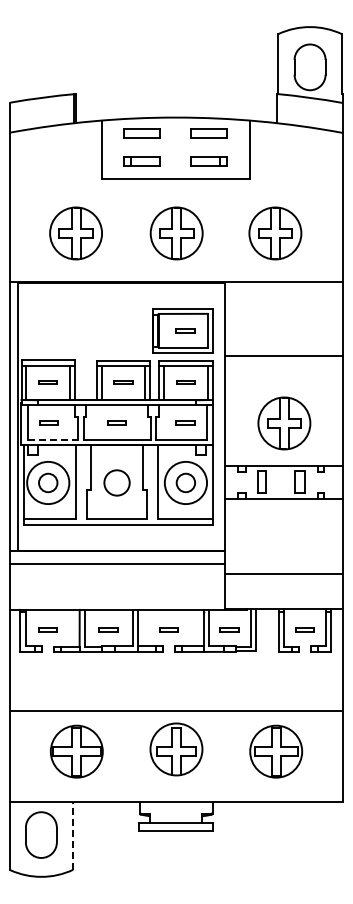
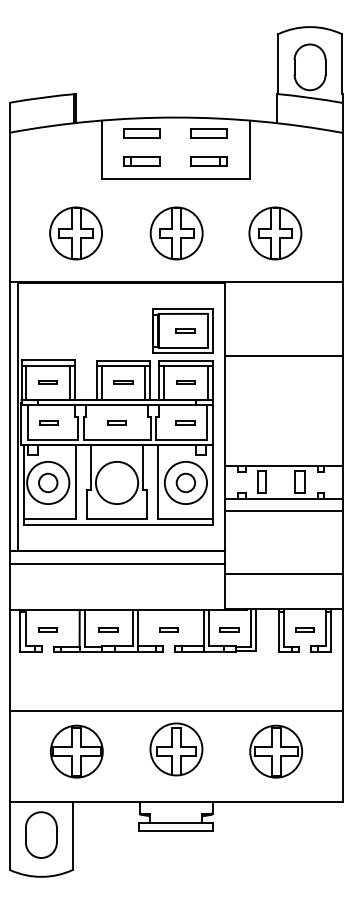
part at (284, 423): present -> none
line at (53, 439): dashed -> solid
circle at (116, 482) diameter: 25 px -> 42 px
line at (283, 511): none -> present
line at (73, 835): dashed -> solid
